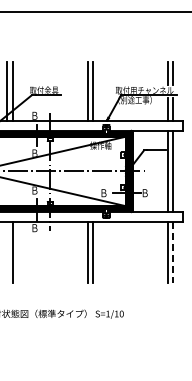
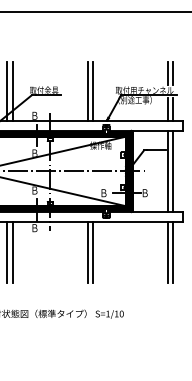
line at (7, 252): none -> present
line at (173, 252): dashed -> solid
